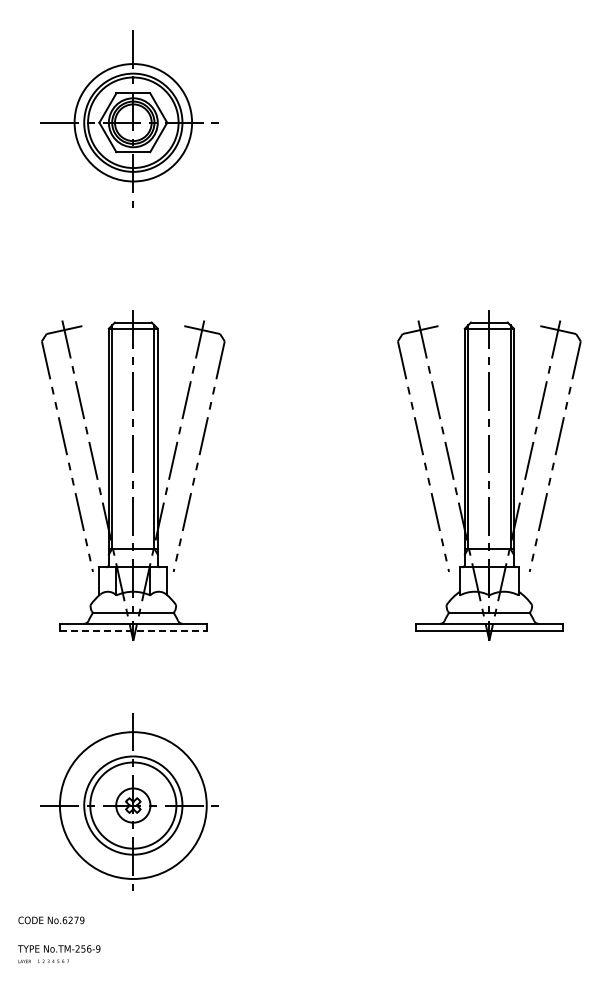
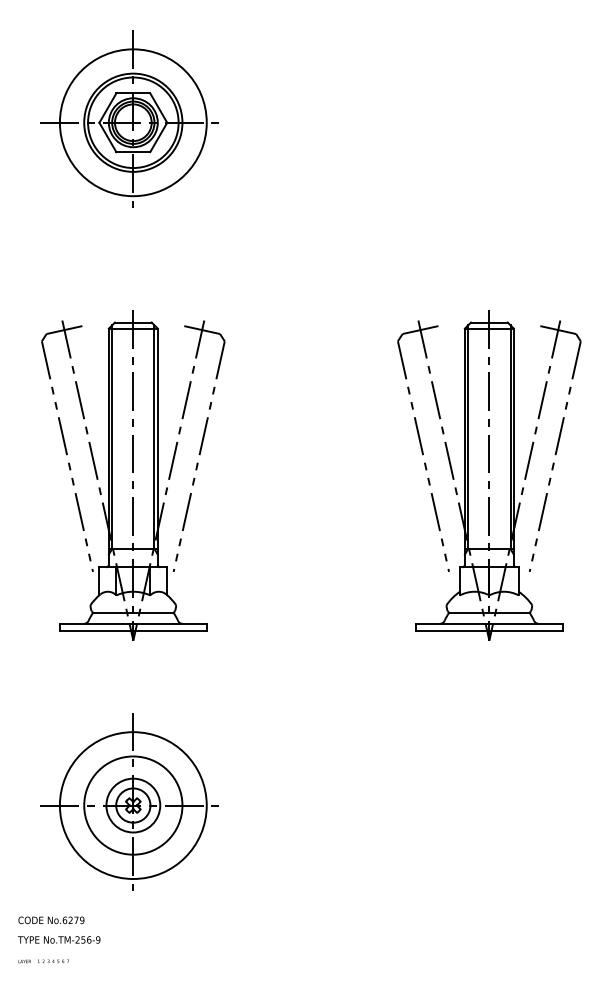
circle at (133, 122) diameter: 117 px -> 147 px
line at (133, 630): dashed -> solid
circle at (133, 805) diameter: 86 px -> 54 px
text at (59, 948) position: (59, 948) -> (59, 939)
